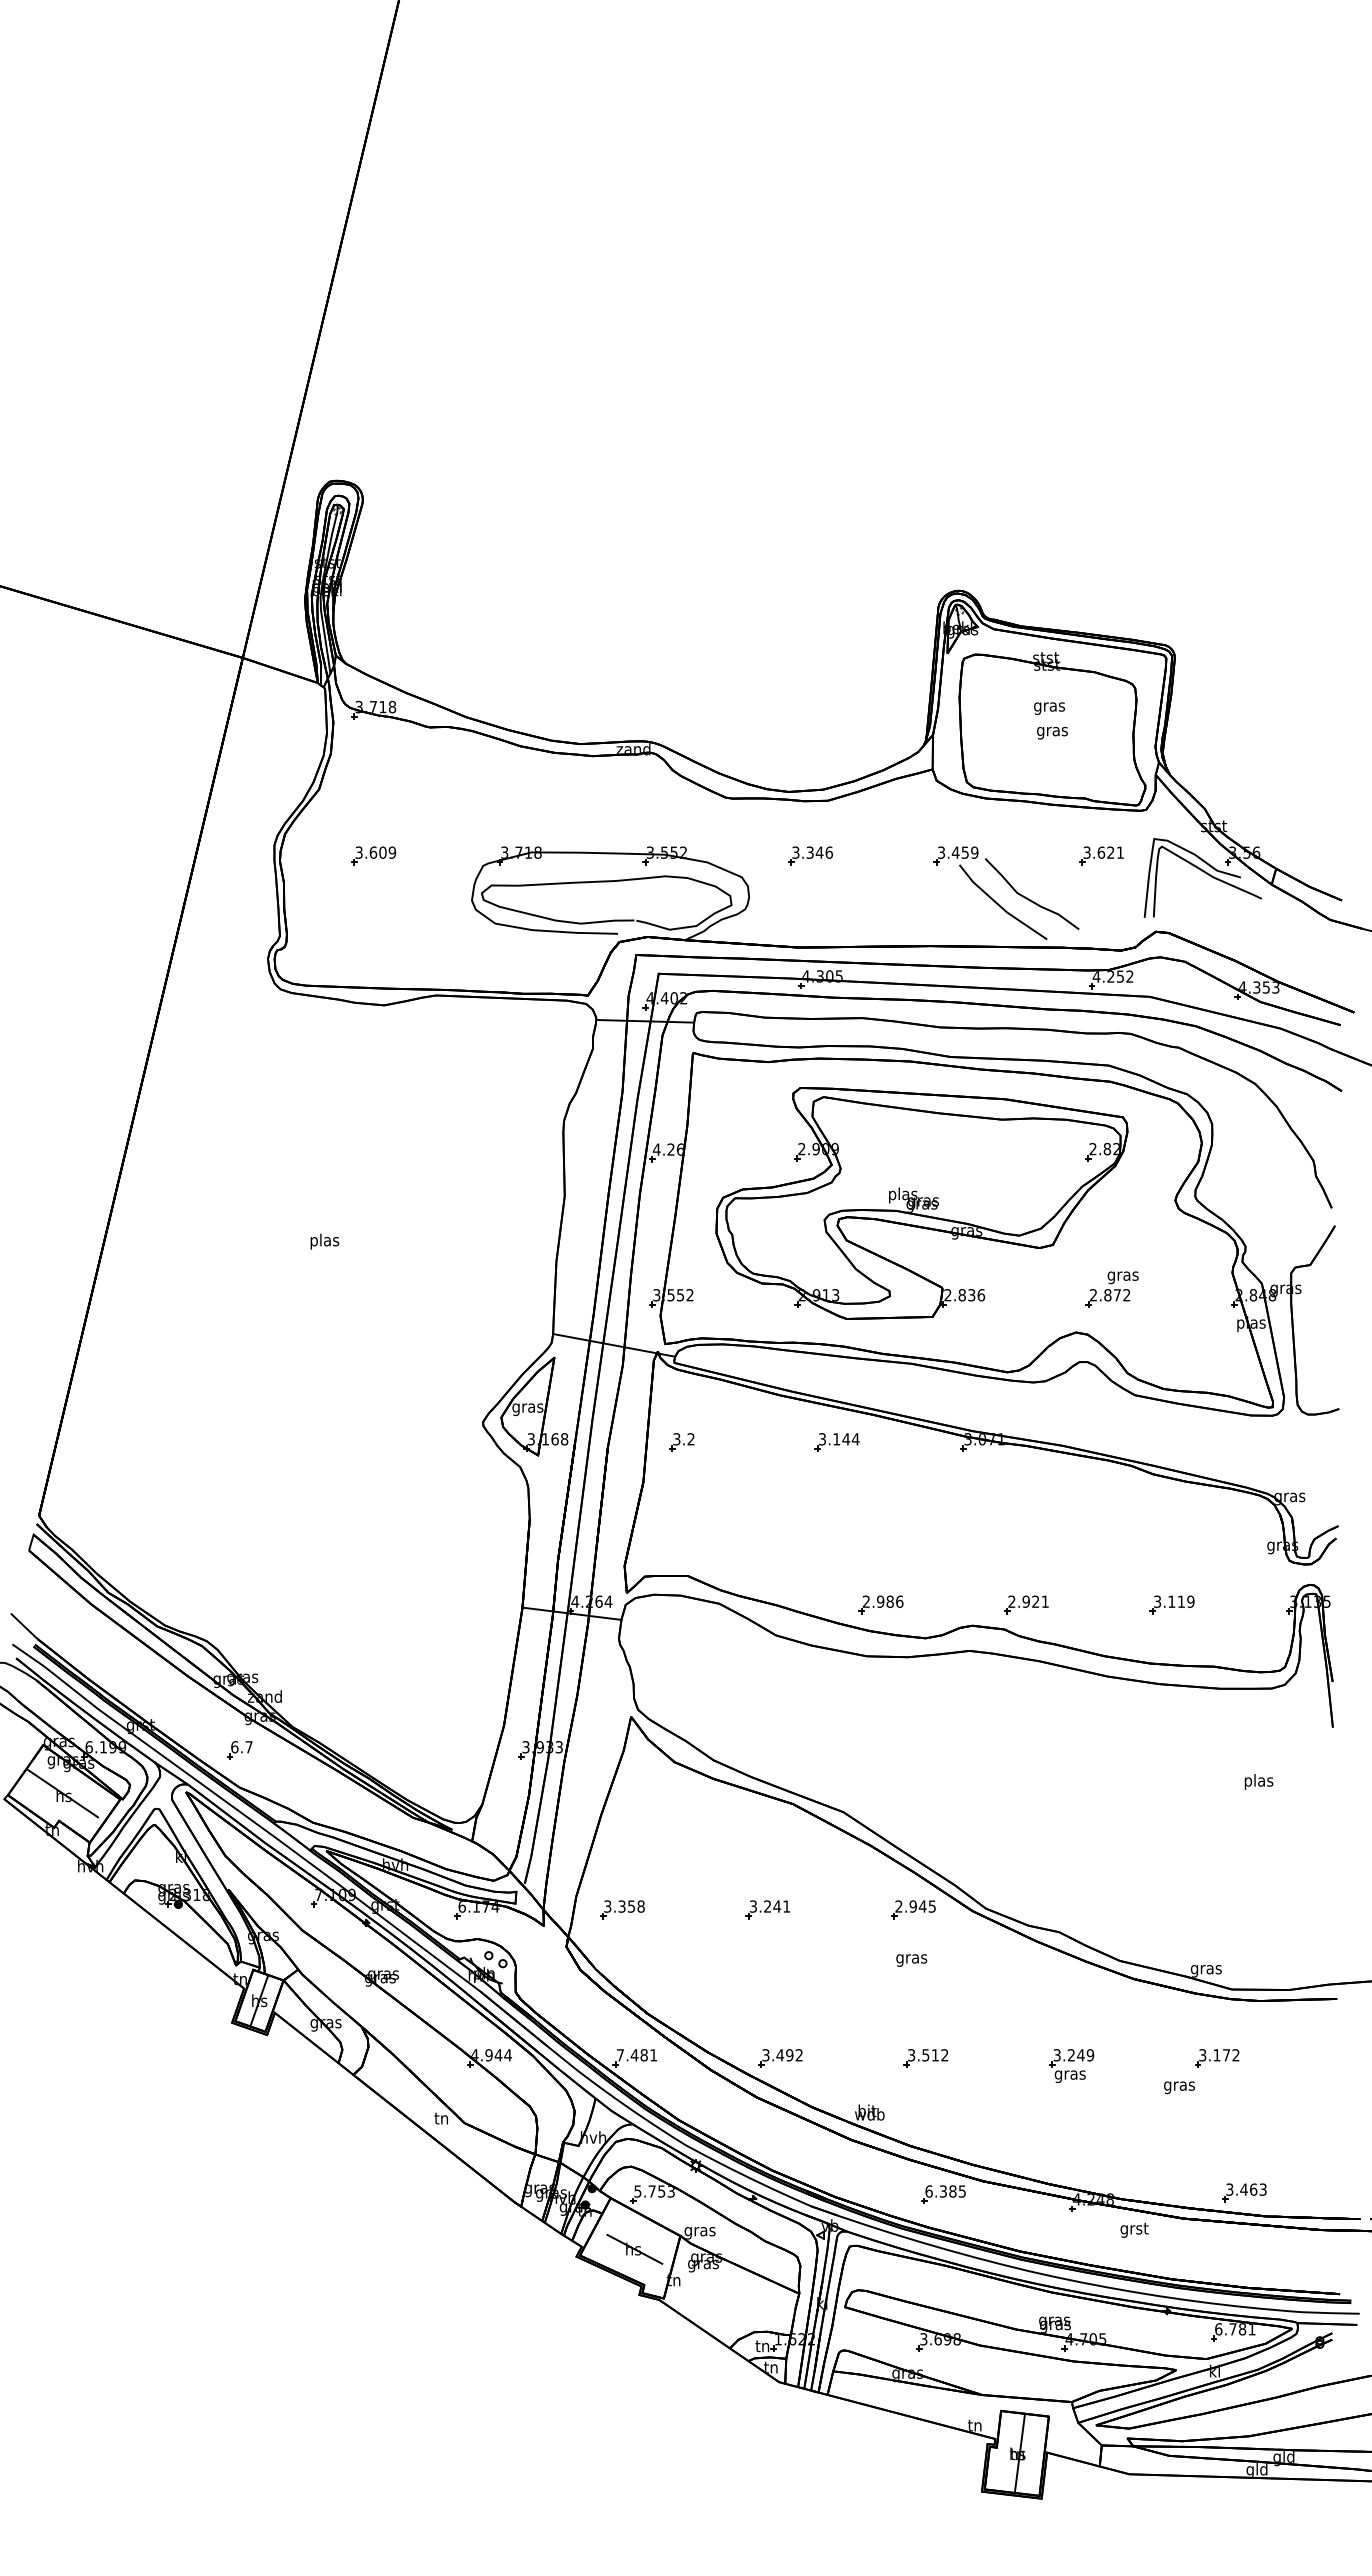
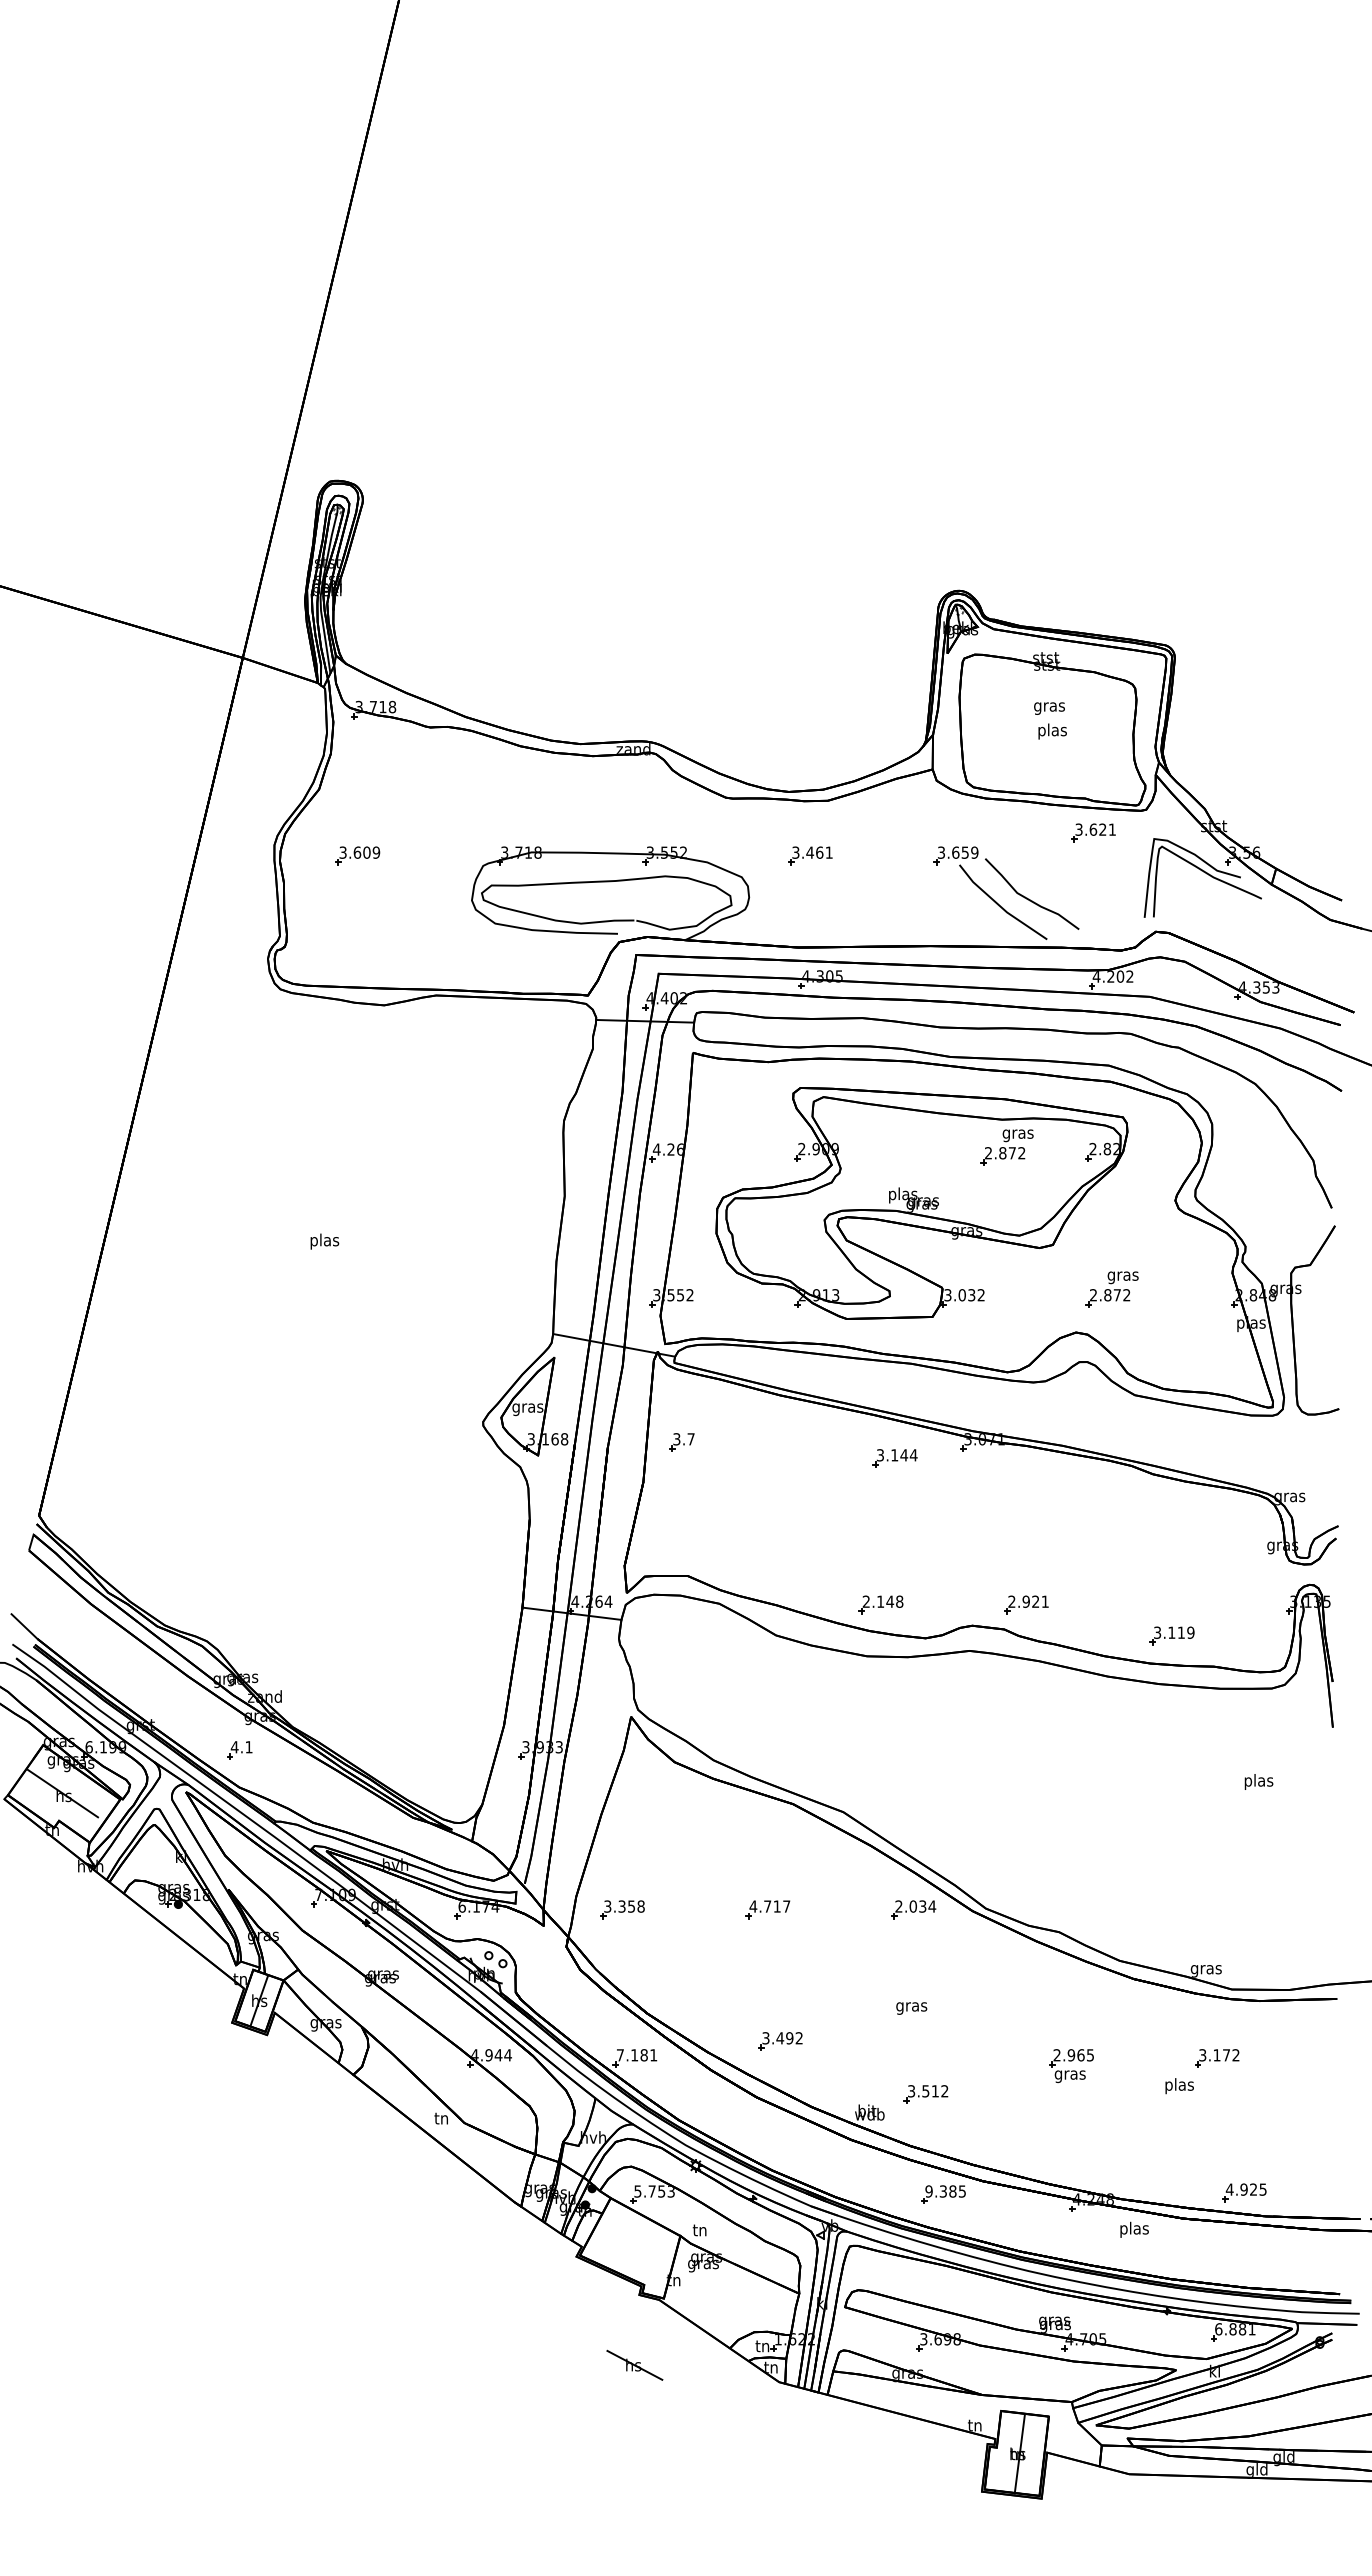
text at (1052, 731): gras -> plas
text at (819, 852): 3.346 -> 3.461
text at (955, 852): 3.459 -> 3.659
part at (373, 855) position: (373, 855) -> (357, 855)
part at (1101, 855) position: (1101, 855) -> (1093, 832)
text at (1120, 976): 4.252 -> 4.202
part at (1006, 1147): none -> present
text at (964, 1295): 2.836 -> 3.032
text at (690, 1439): 3.2 -> 3.7
part at (836, 1442) position: (836, 1442) -> (894, 1458)
text at (890, 1601): 2.986 -> 2.148
part at (1171, 1604) position: (1171, 1604) -> (1171, 1635)
text at (241, 1747): 6.7 -> 4.1
text at (769, 1906): 3.241 -> 4.717
text at (922, 1906): 2.945 -> 2.034
text at (911, 1960) position: (911, 1960) -> (911, 2008)
text at (634, 2055): 7.481 -> 7.181
text at (1073, 2055): 3.249 -> 2.965
part at (780, 2058) position: (780, 2058) -> (780, 2041)
part at (925, 2058) position: (925, 2058) -> (925, 2094)
text at (1179, 2086): gras -> plas
text at (1245, 2189): 3.463 -> 4.925
text at (928, 2191): 6.385 -> 9.385
text at (1134, 2229): grst -> plas
text at (699, 2231): gras -> tn
part at (634, 2248) position: (634, 2248) -> (634, 2364)
text at (1232, 2329): 6.781 -> 6.881
